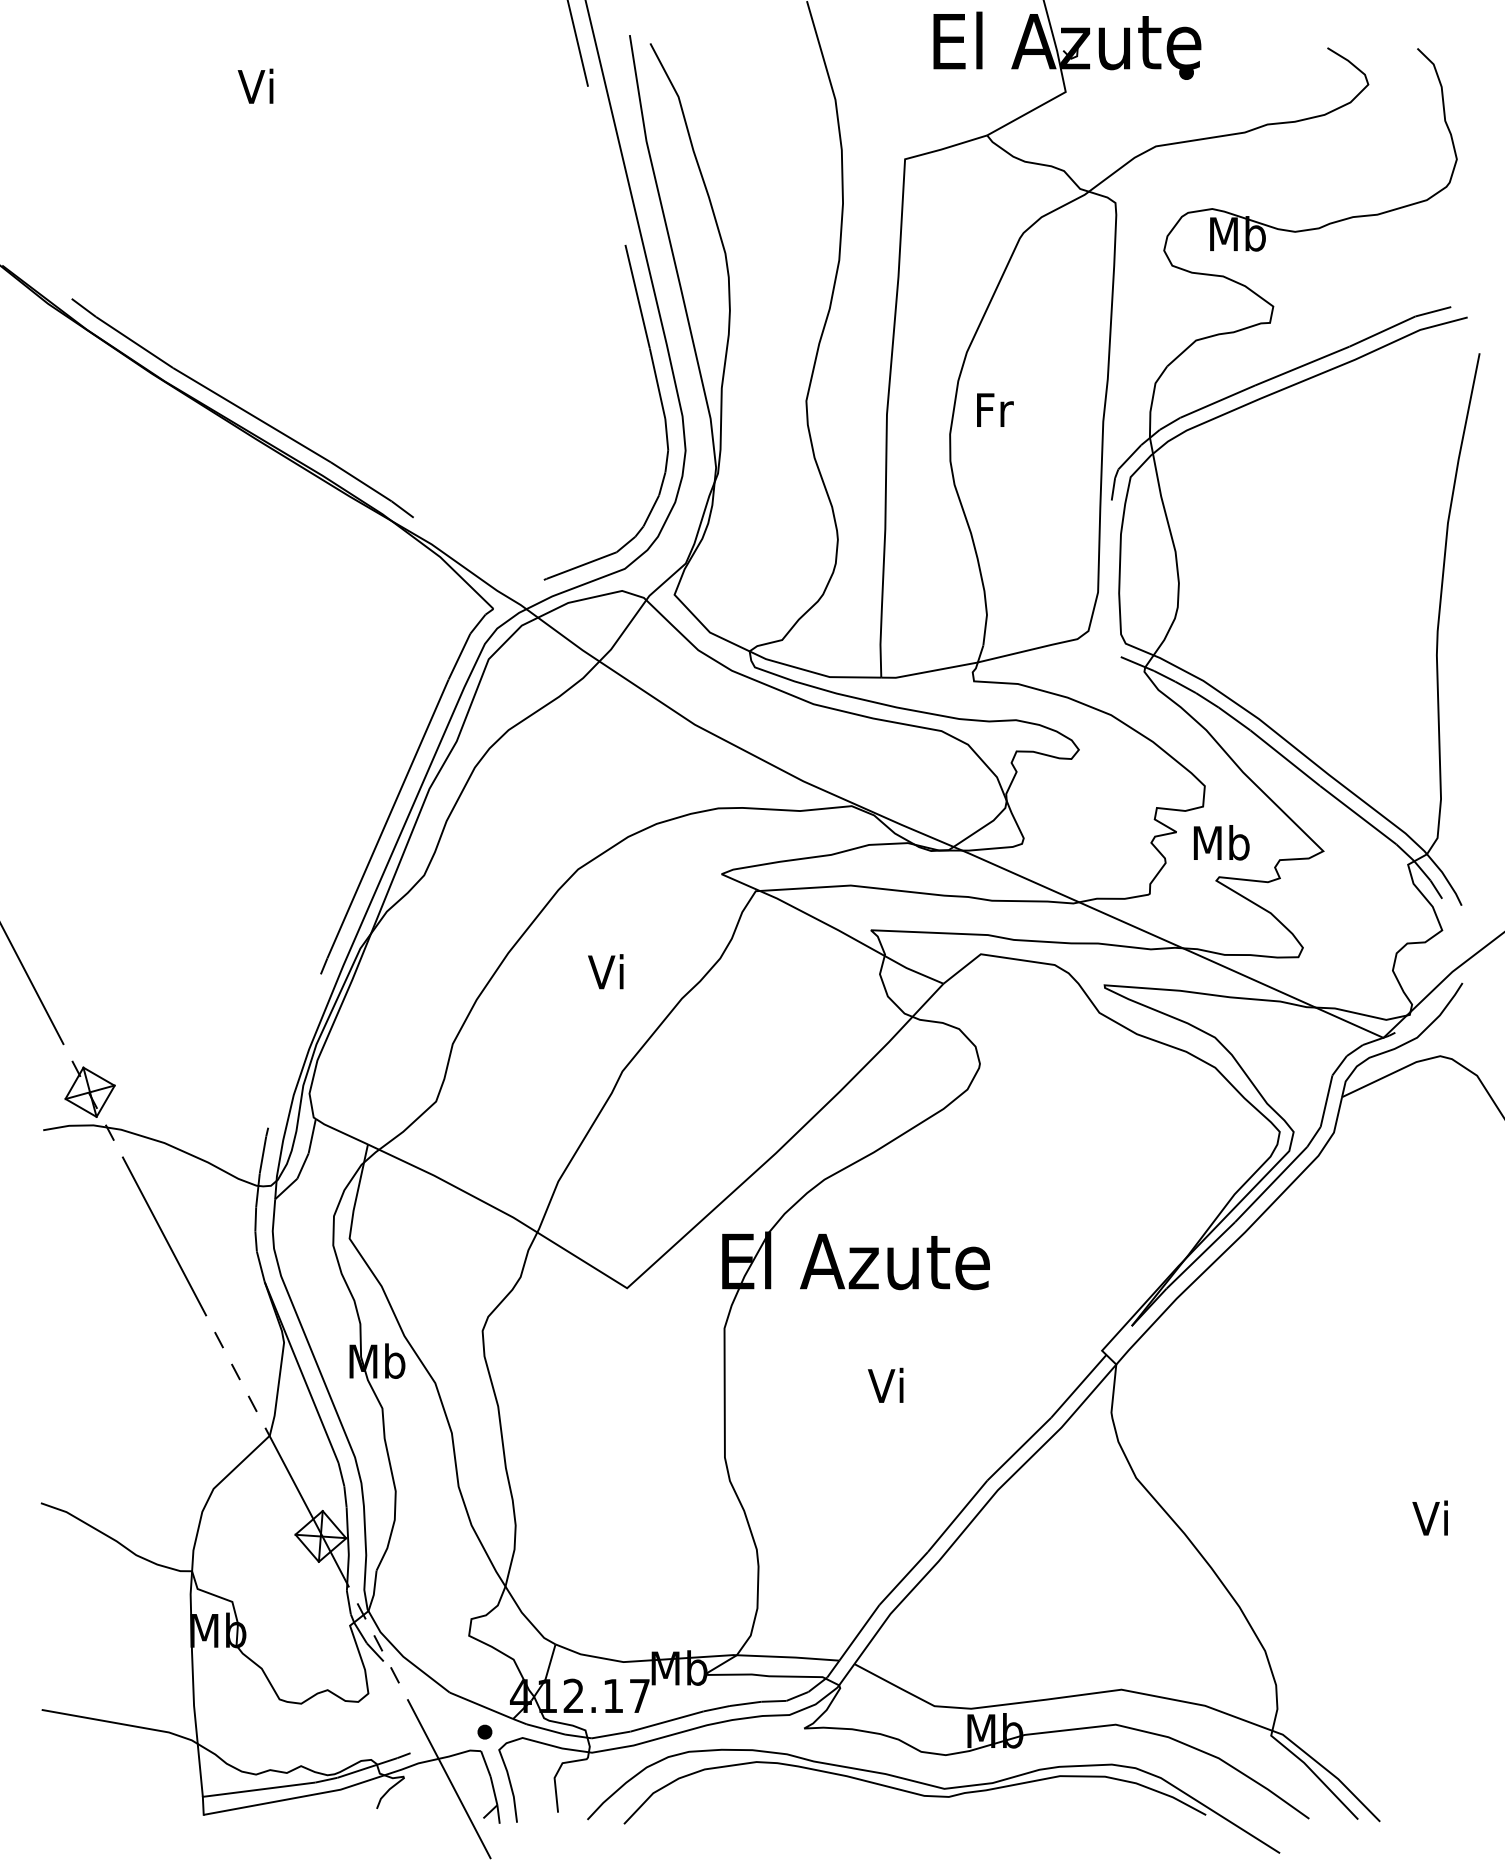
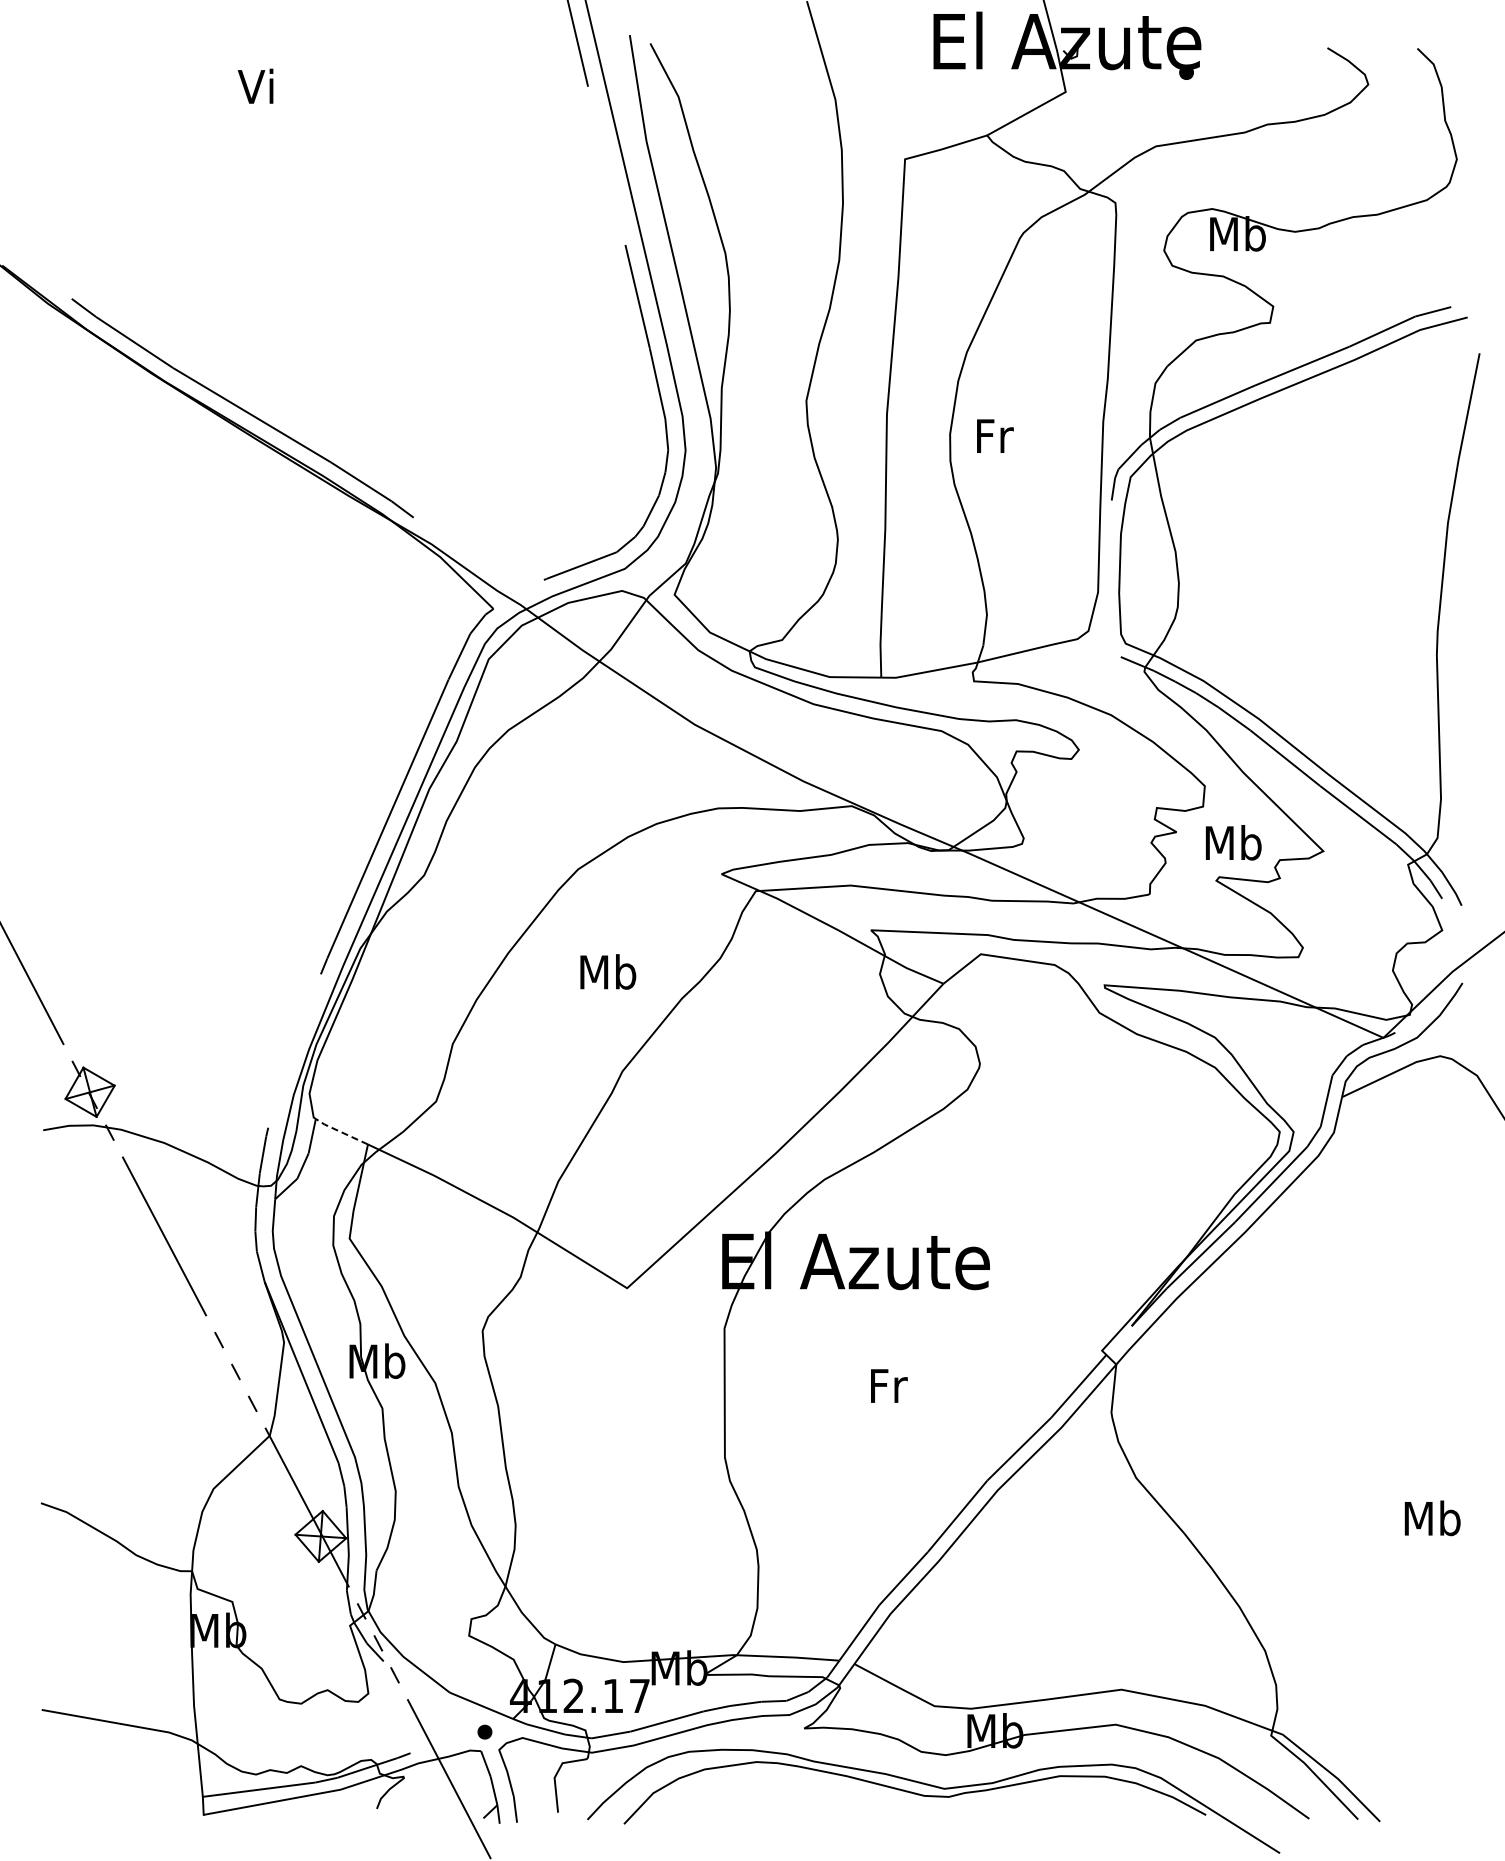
text at (995, 409) position: (995, 409) -> (995, 435)
text at (1221, 842) position: (1221, 842) -> (1233, 842)
text at (608, 971): Vi -> Mb
line at (340, 1131): solid -> dashed
text at (887, 1384): Vi -> Fr
text at (1432, 1518): Vi -> Mb
